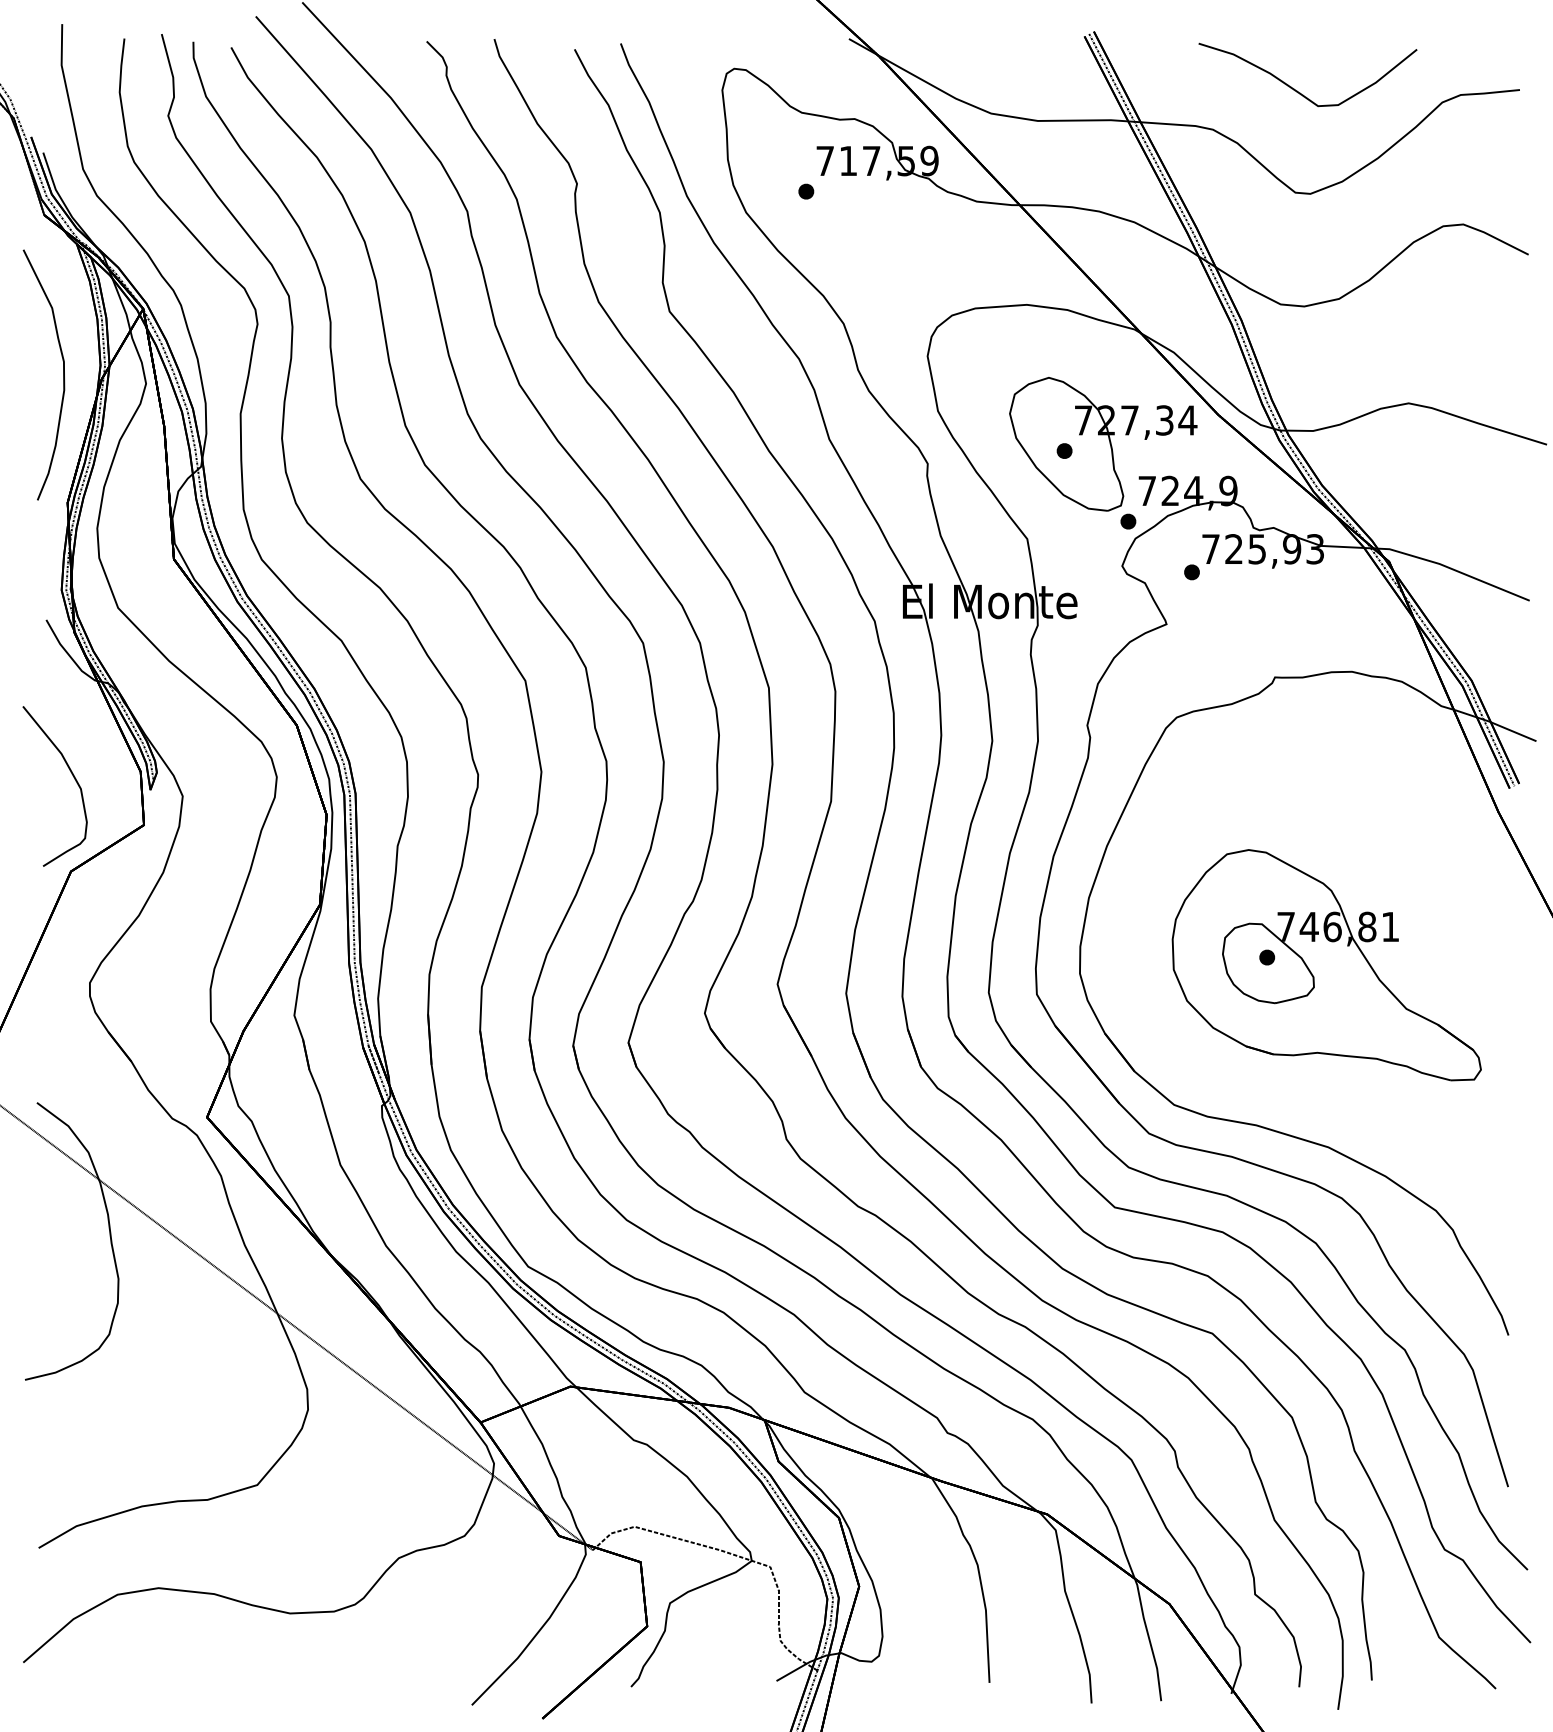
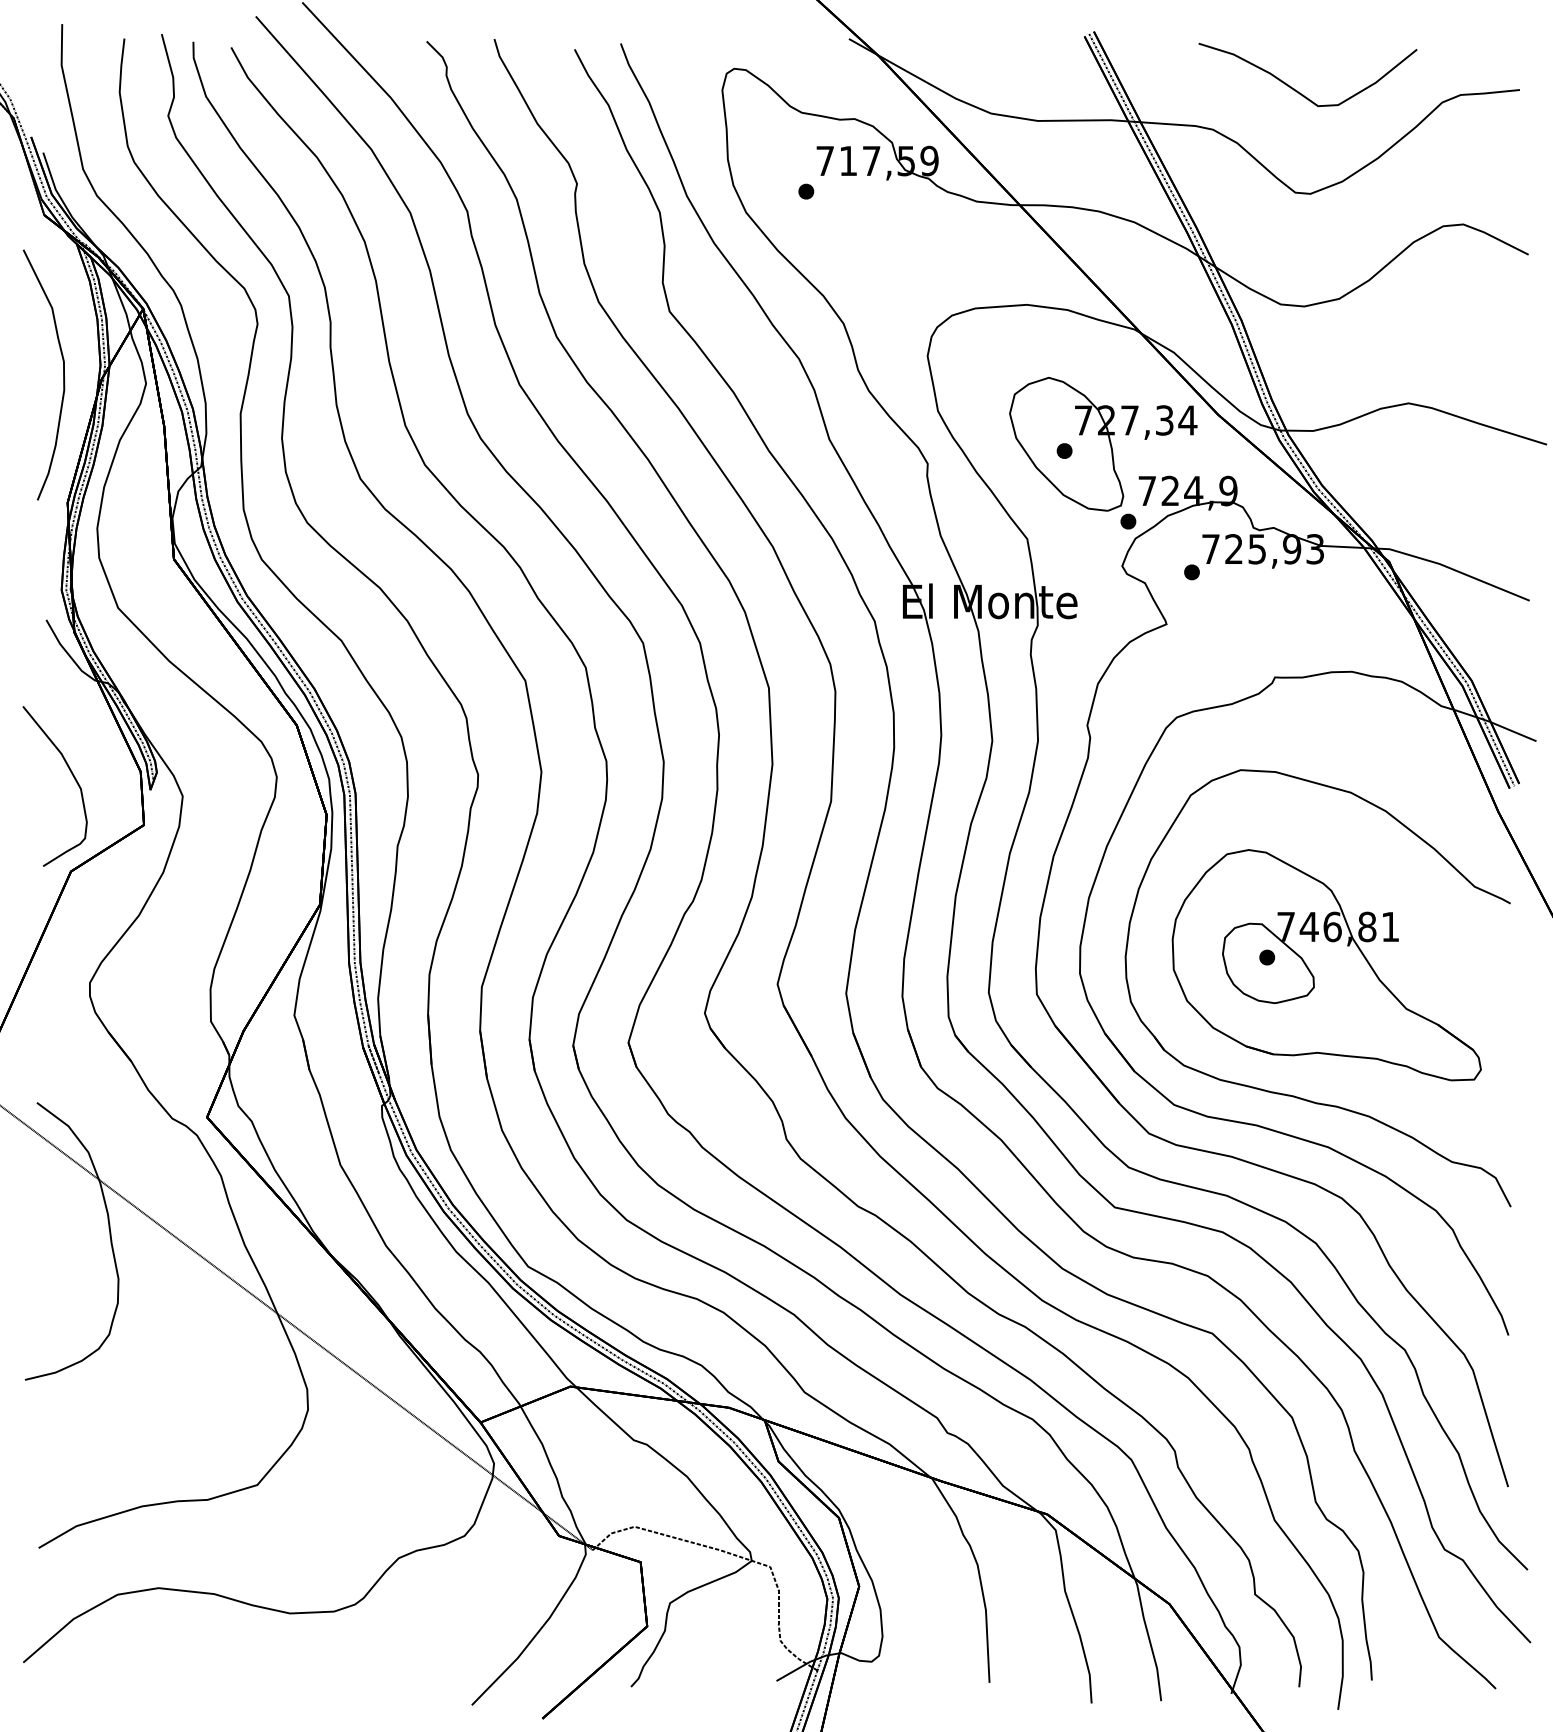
part at (1290, 1094): none -> present
